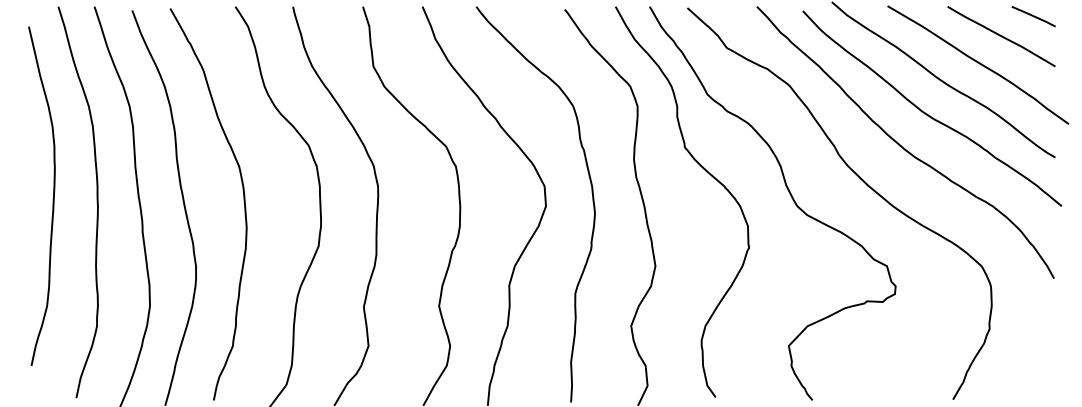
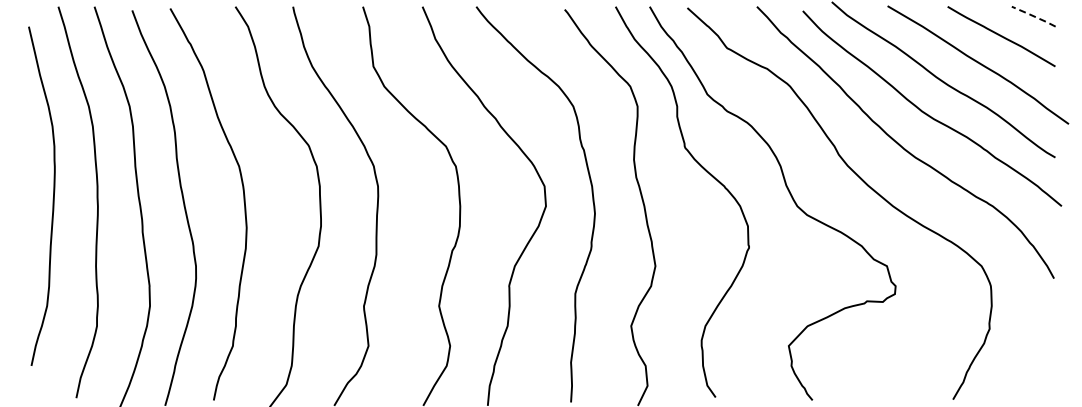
line at (1033, 16): solid -> dashed
